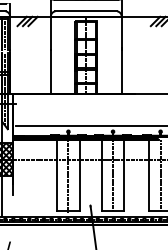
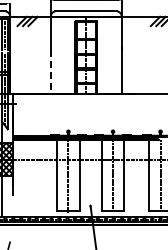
line at (50, 72): solid -> dashed
line at (89, 125): present -> none
